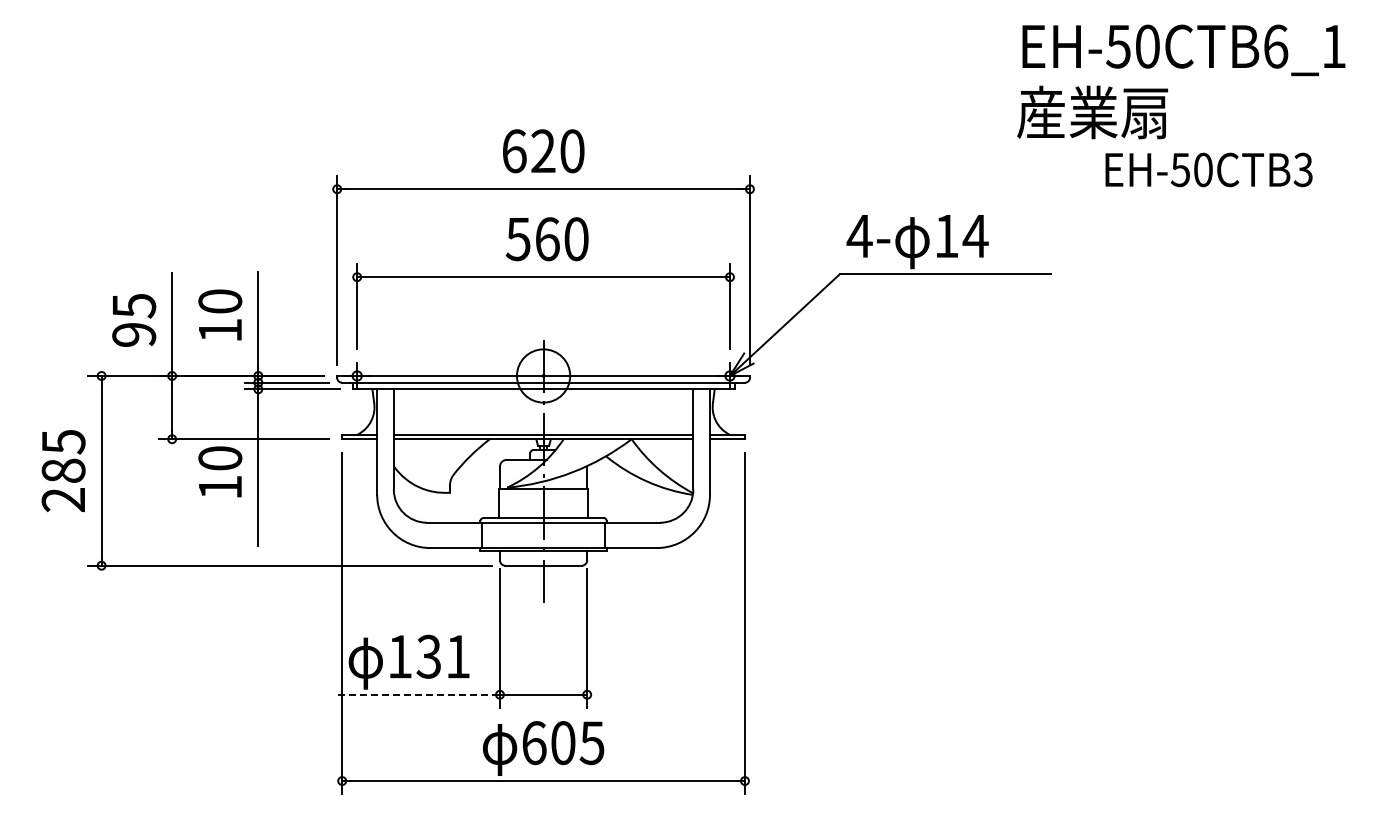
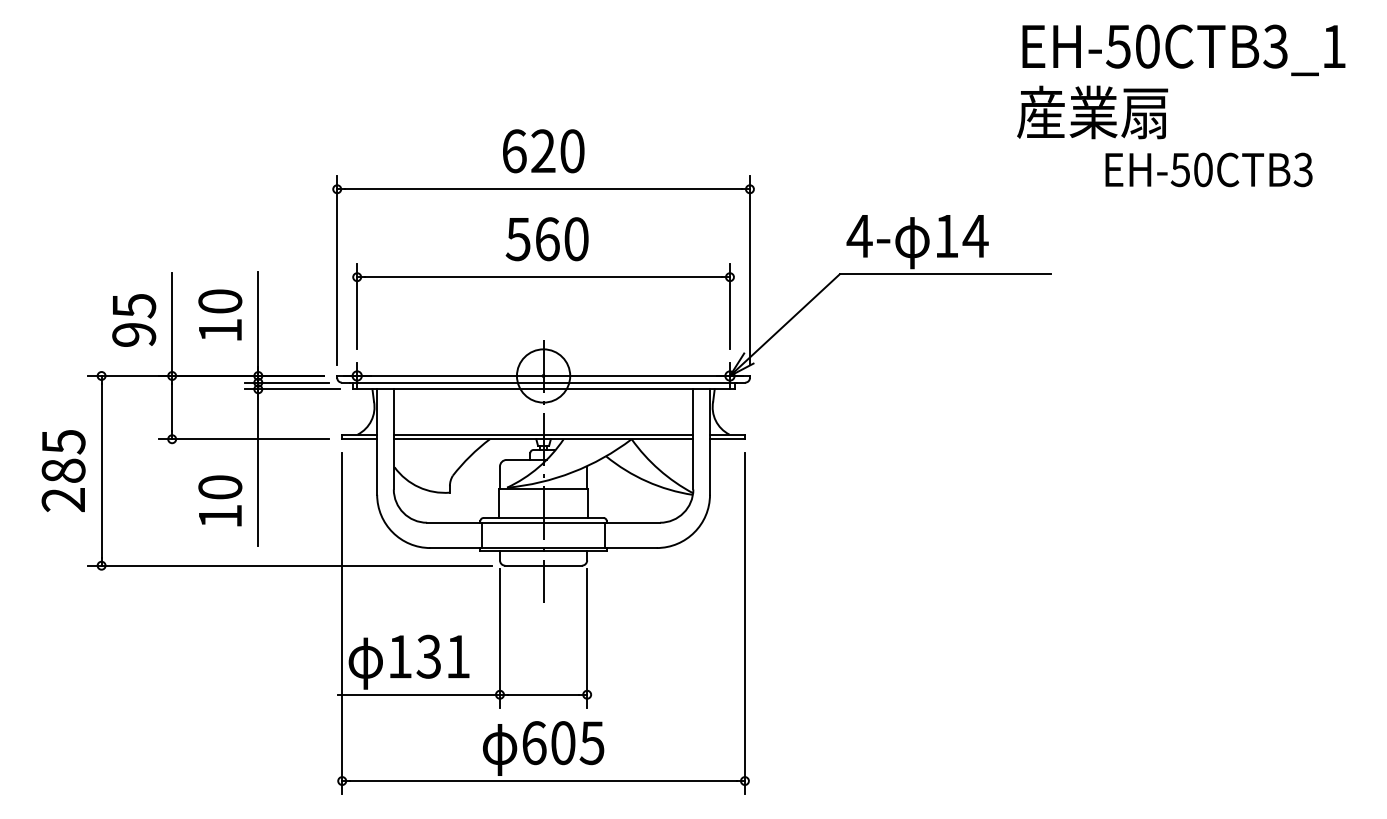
text at (1275, 46): EH-50CTB6_1 -> EH-50CTB3_1
text at (220, 471) position: (220, 471) -> (220, 500)
line at (418, 694): dashed -> solid
